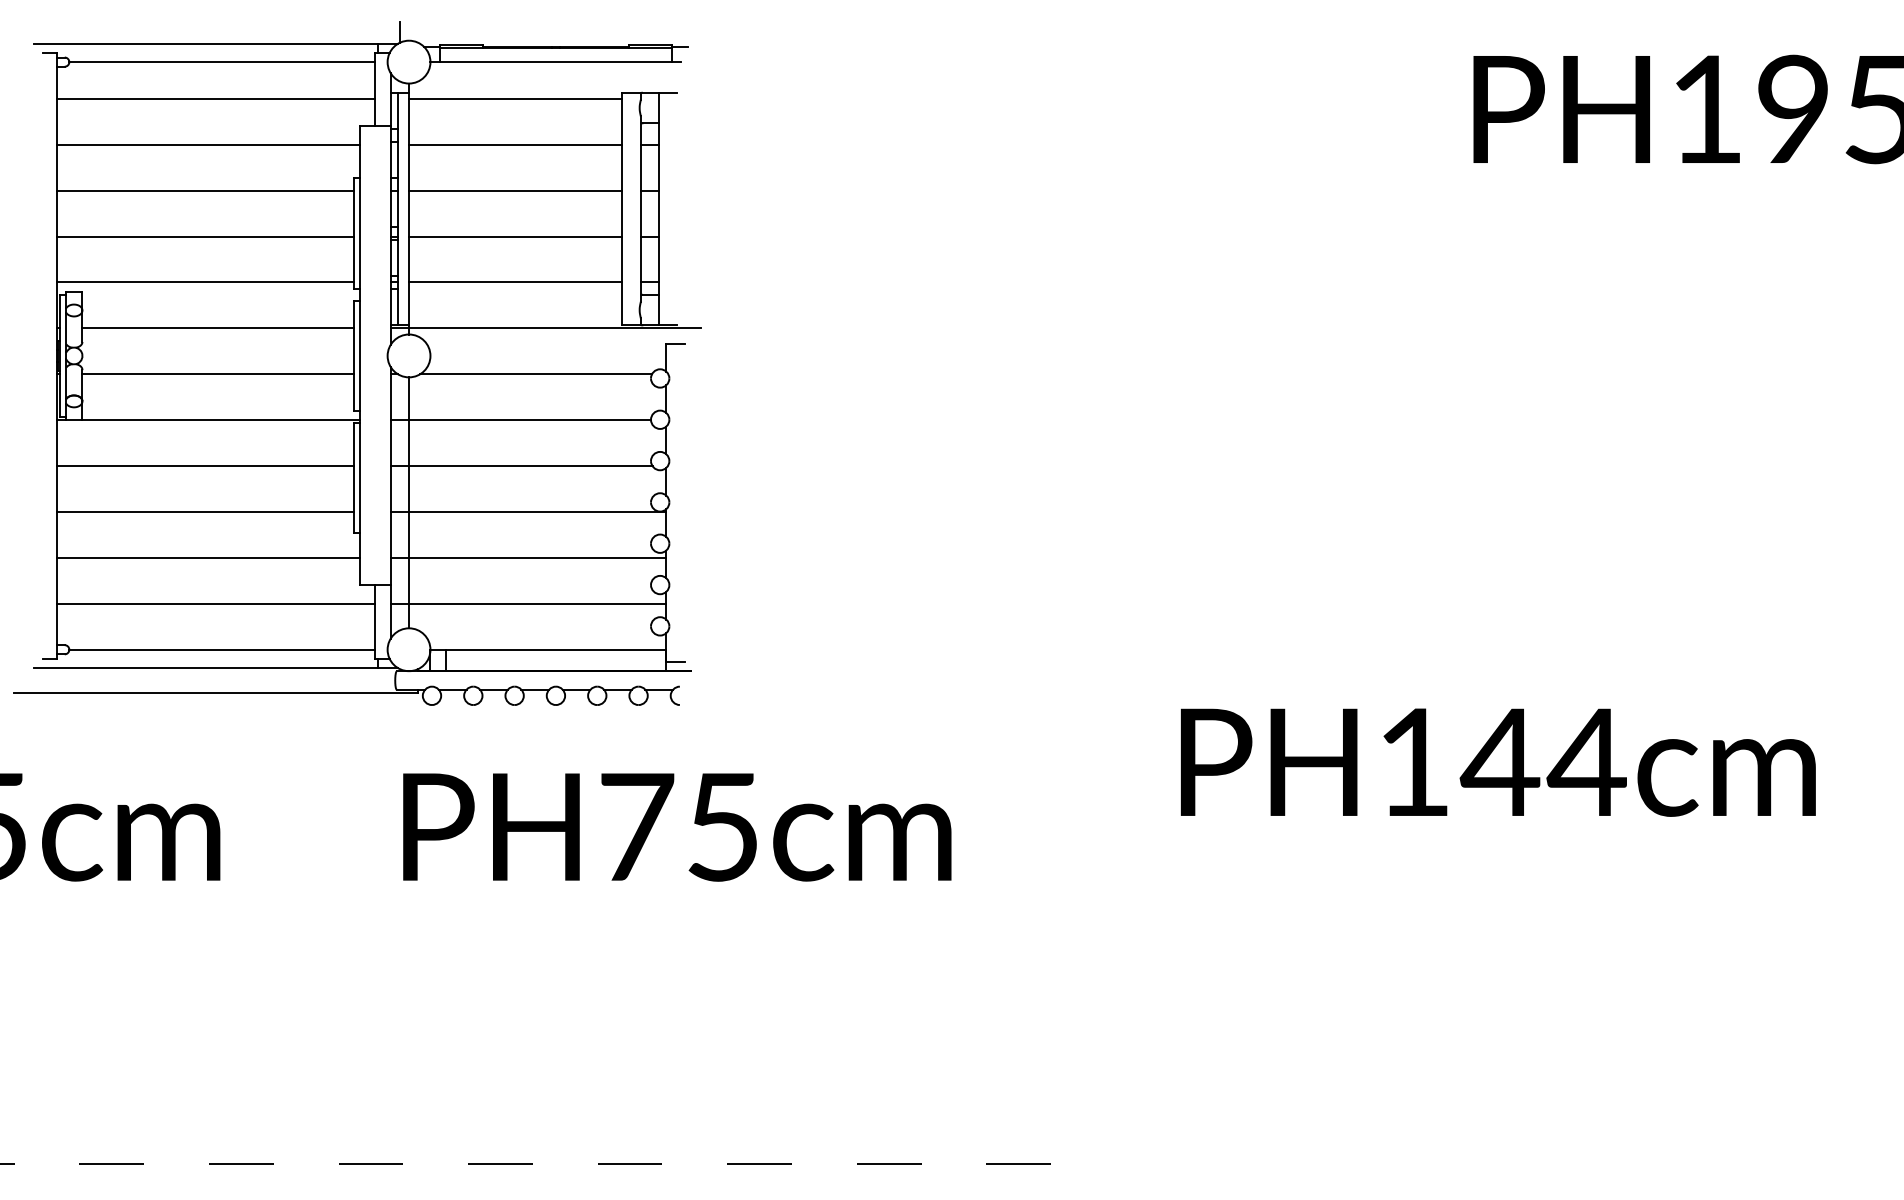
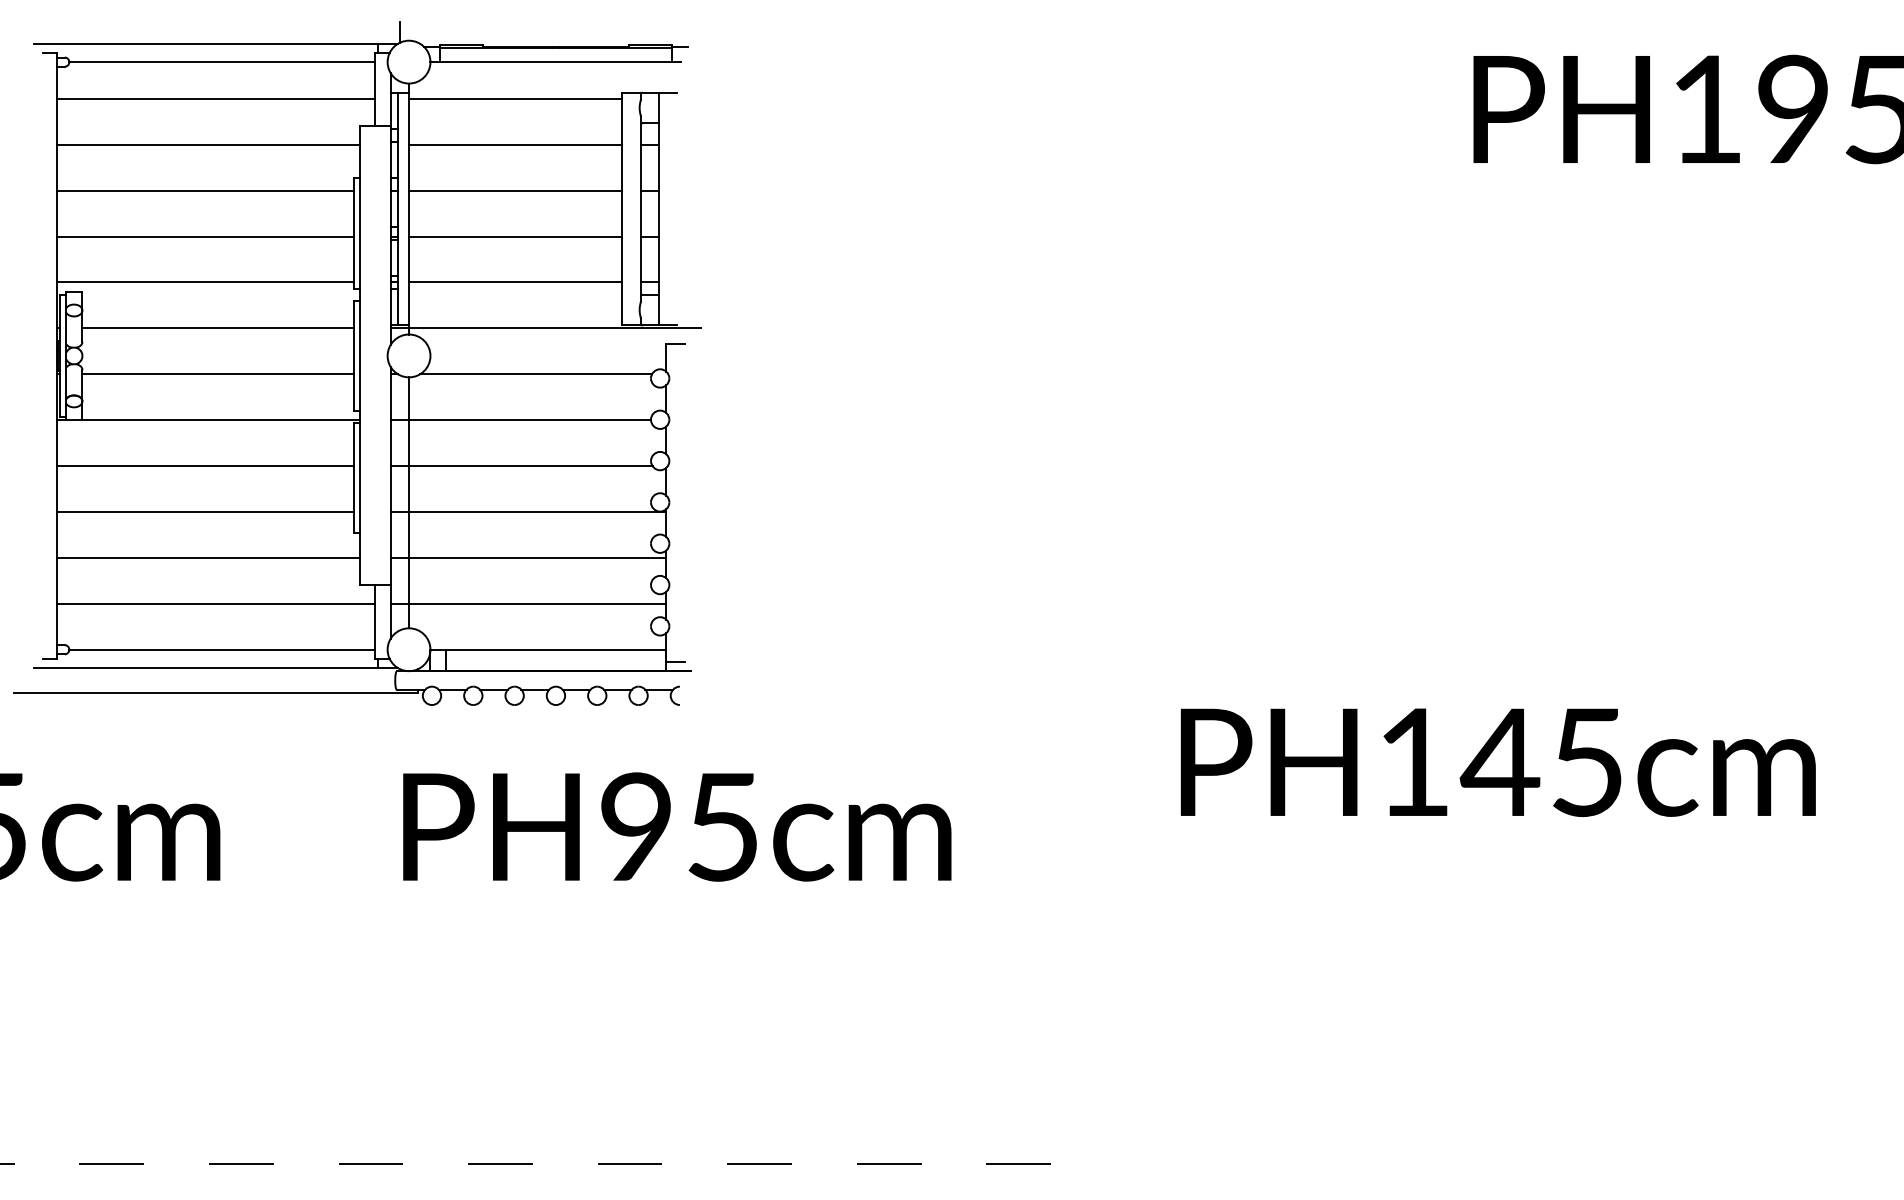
text at (1586, 762): PH144cm -> PH145cm
text at (637, 826): PH75cm -> PH95cm
